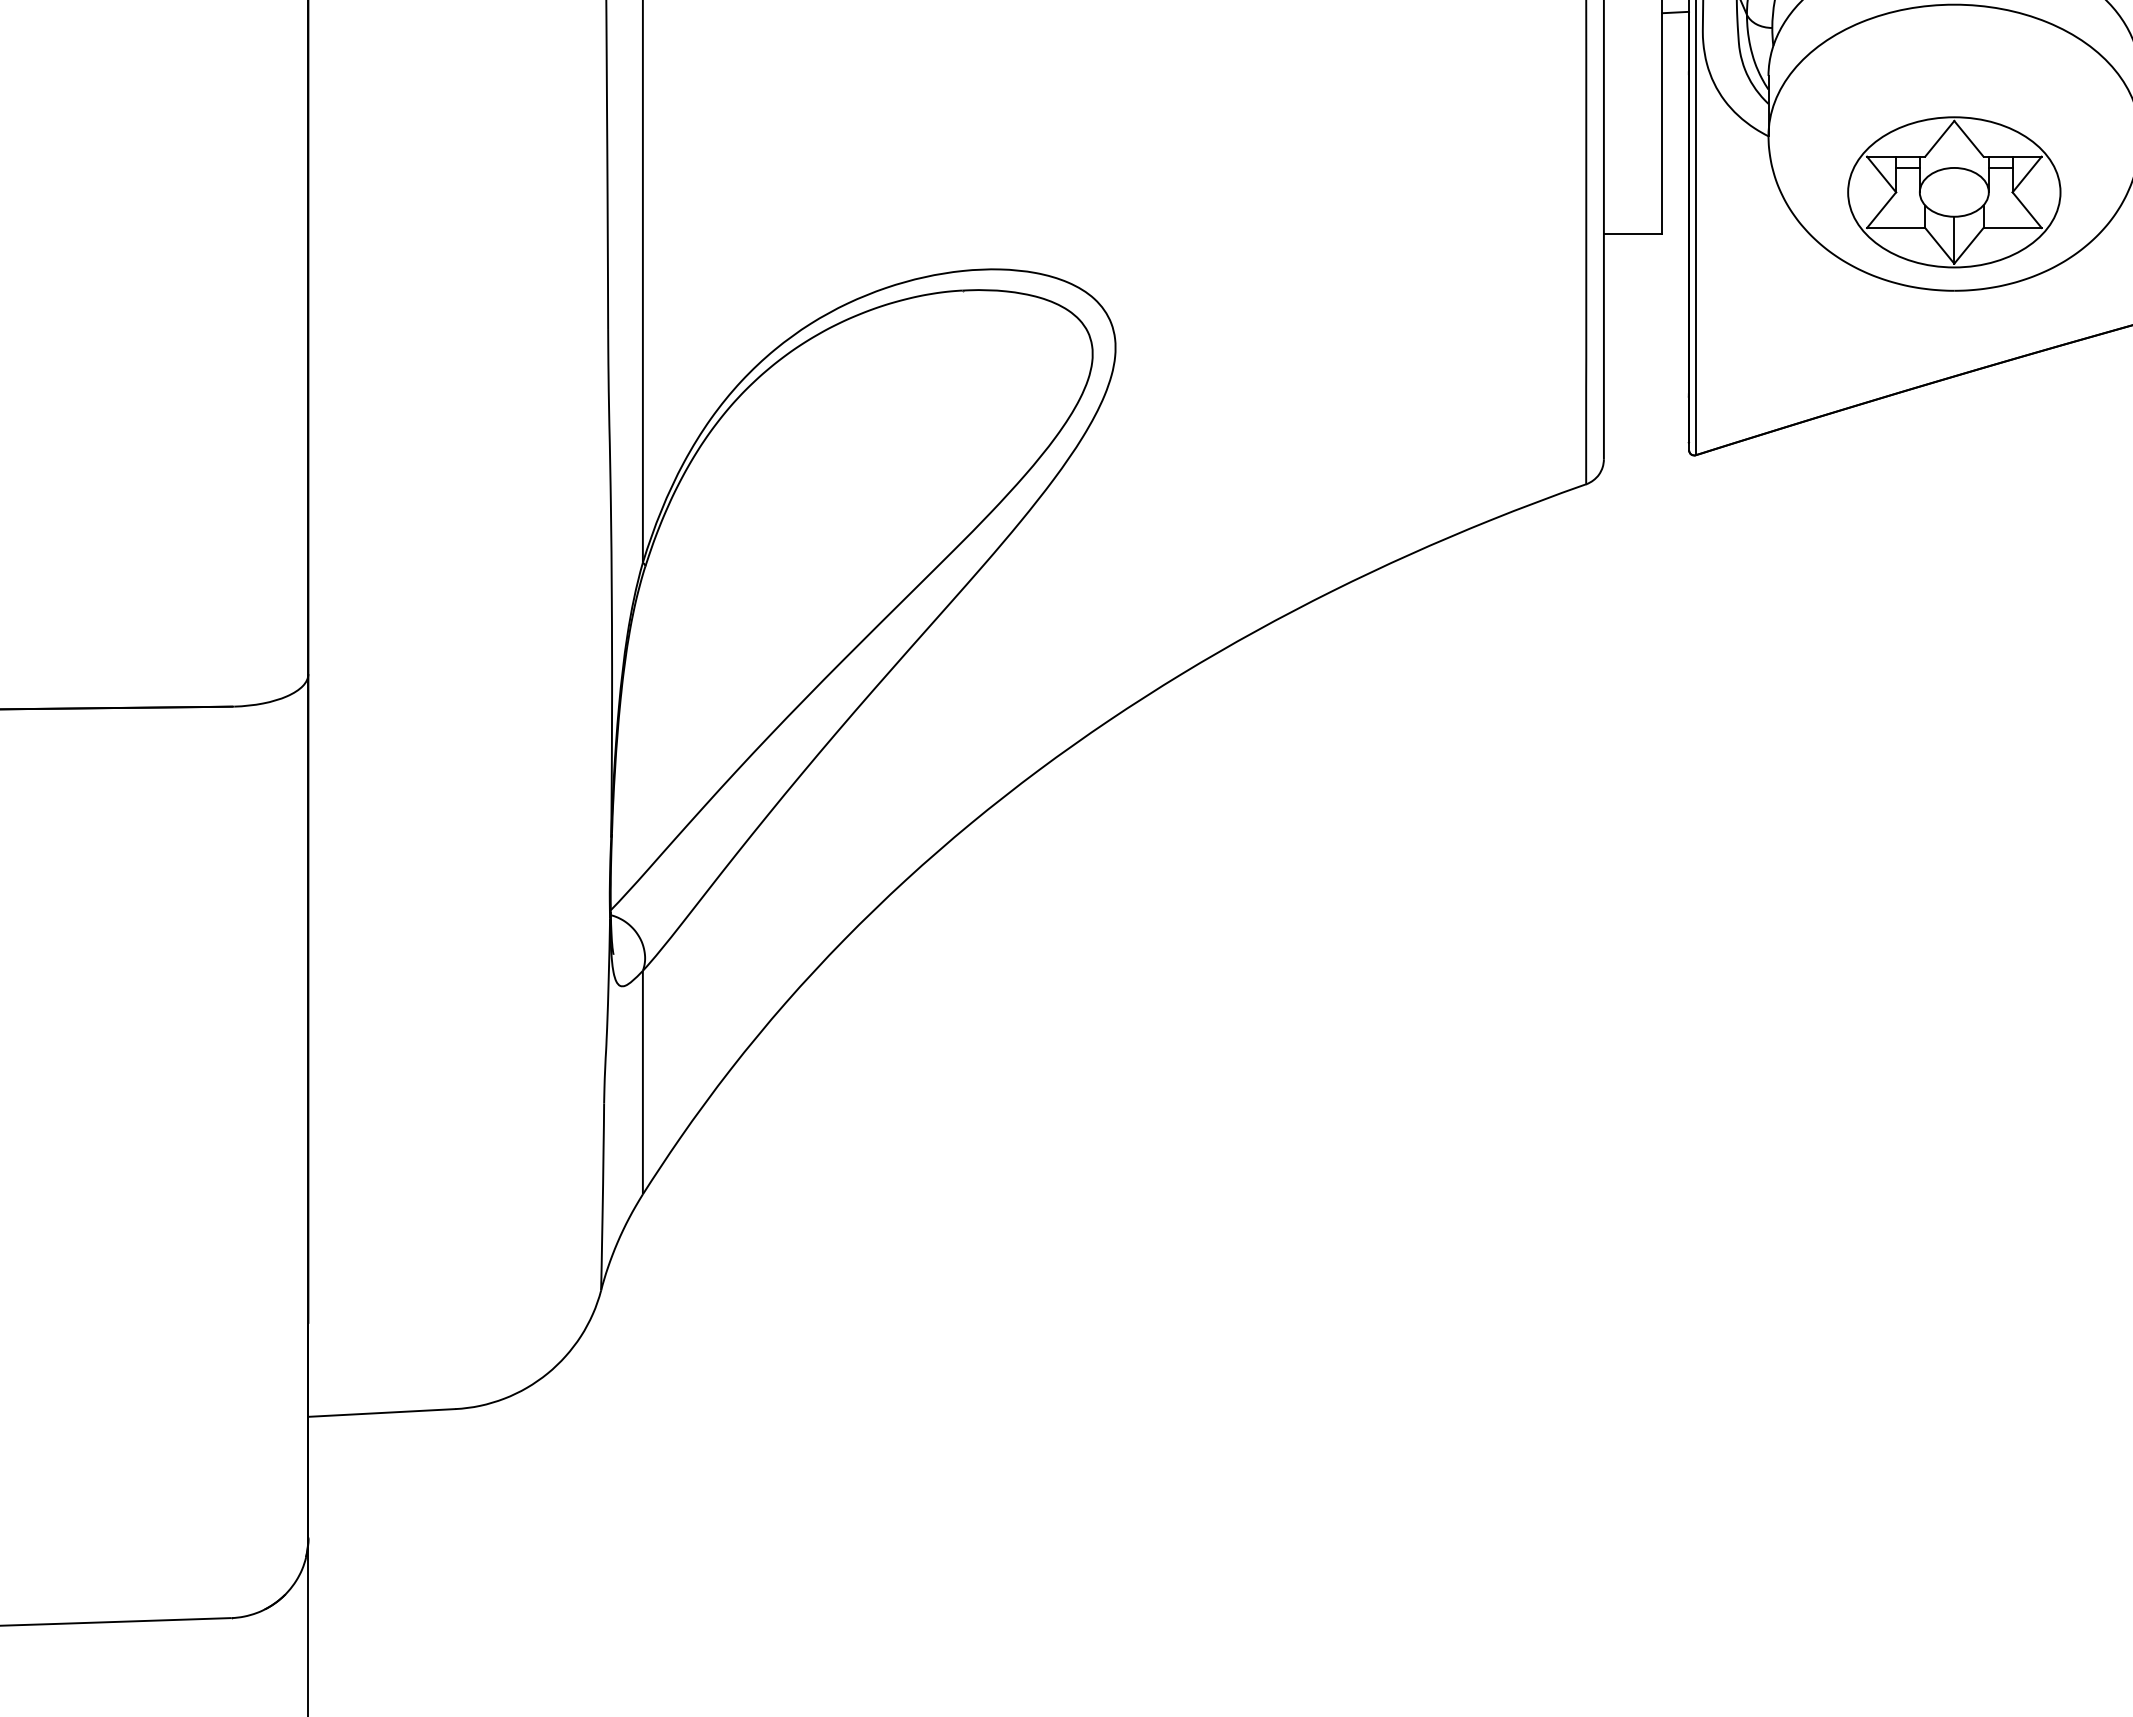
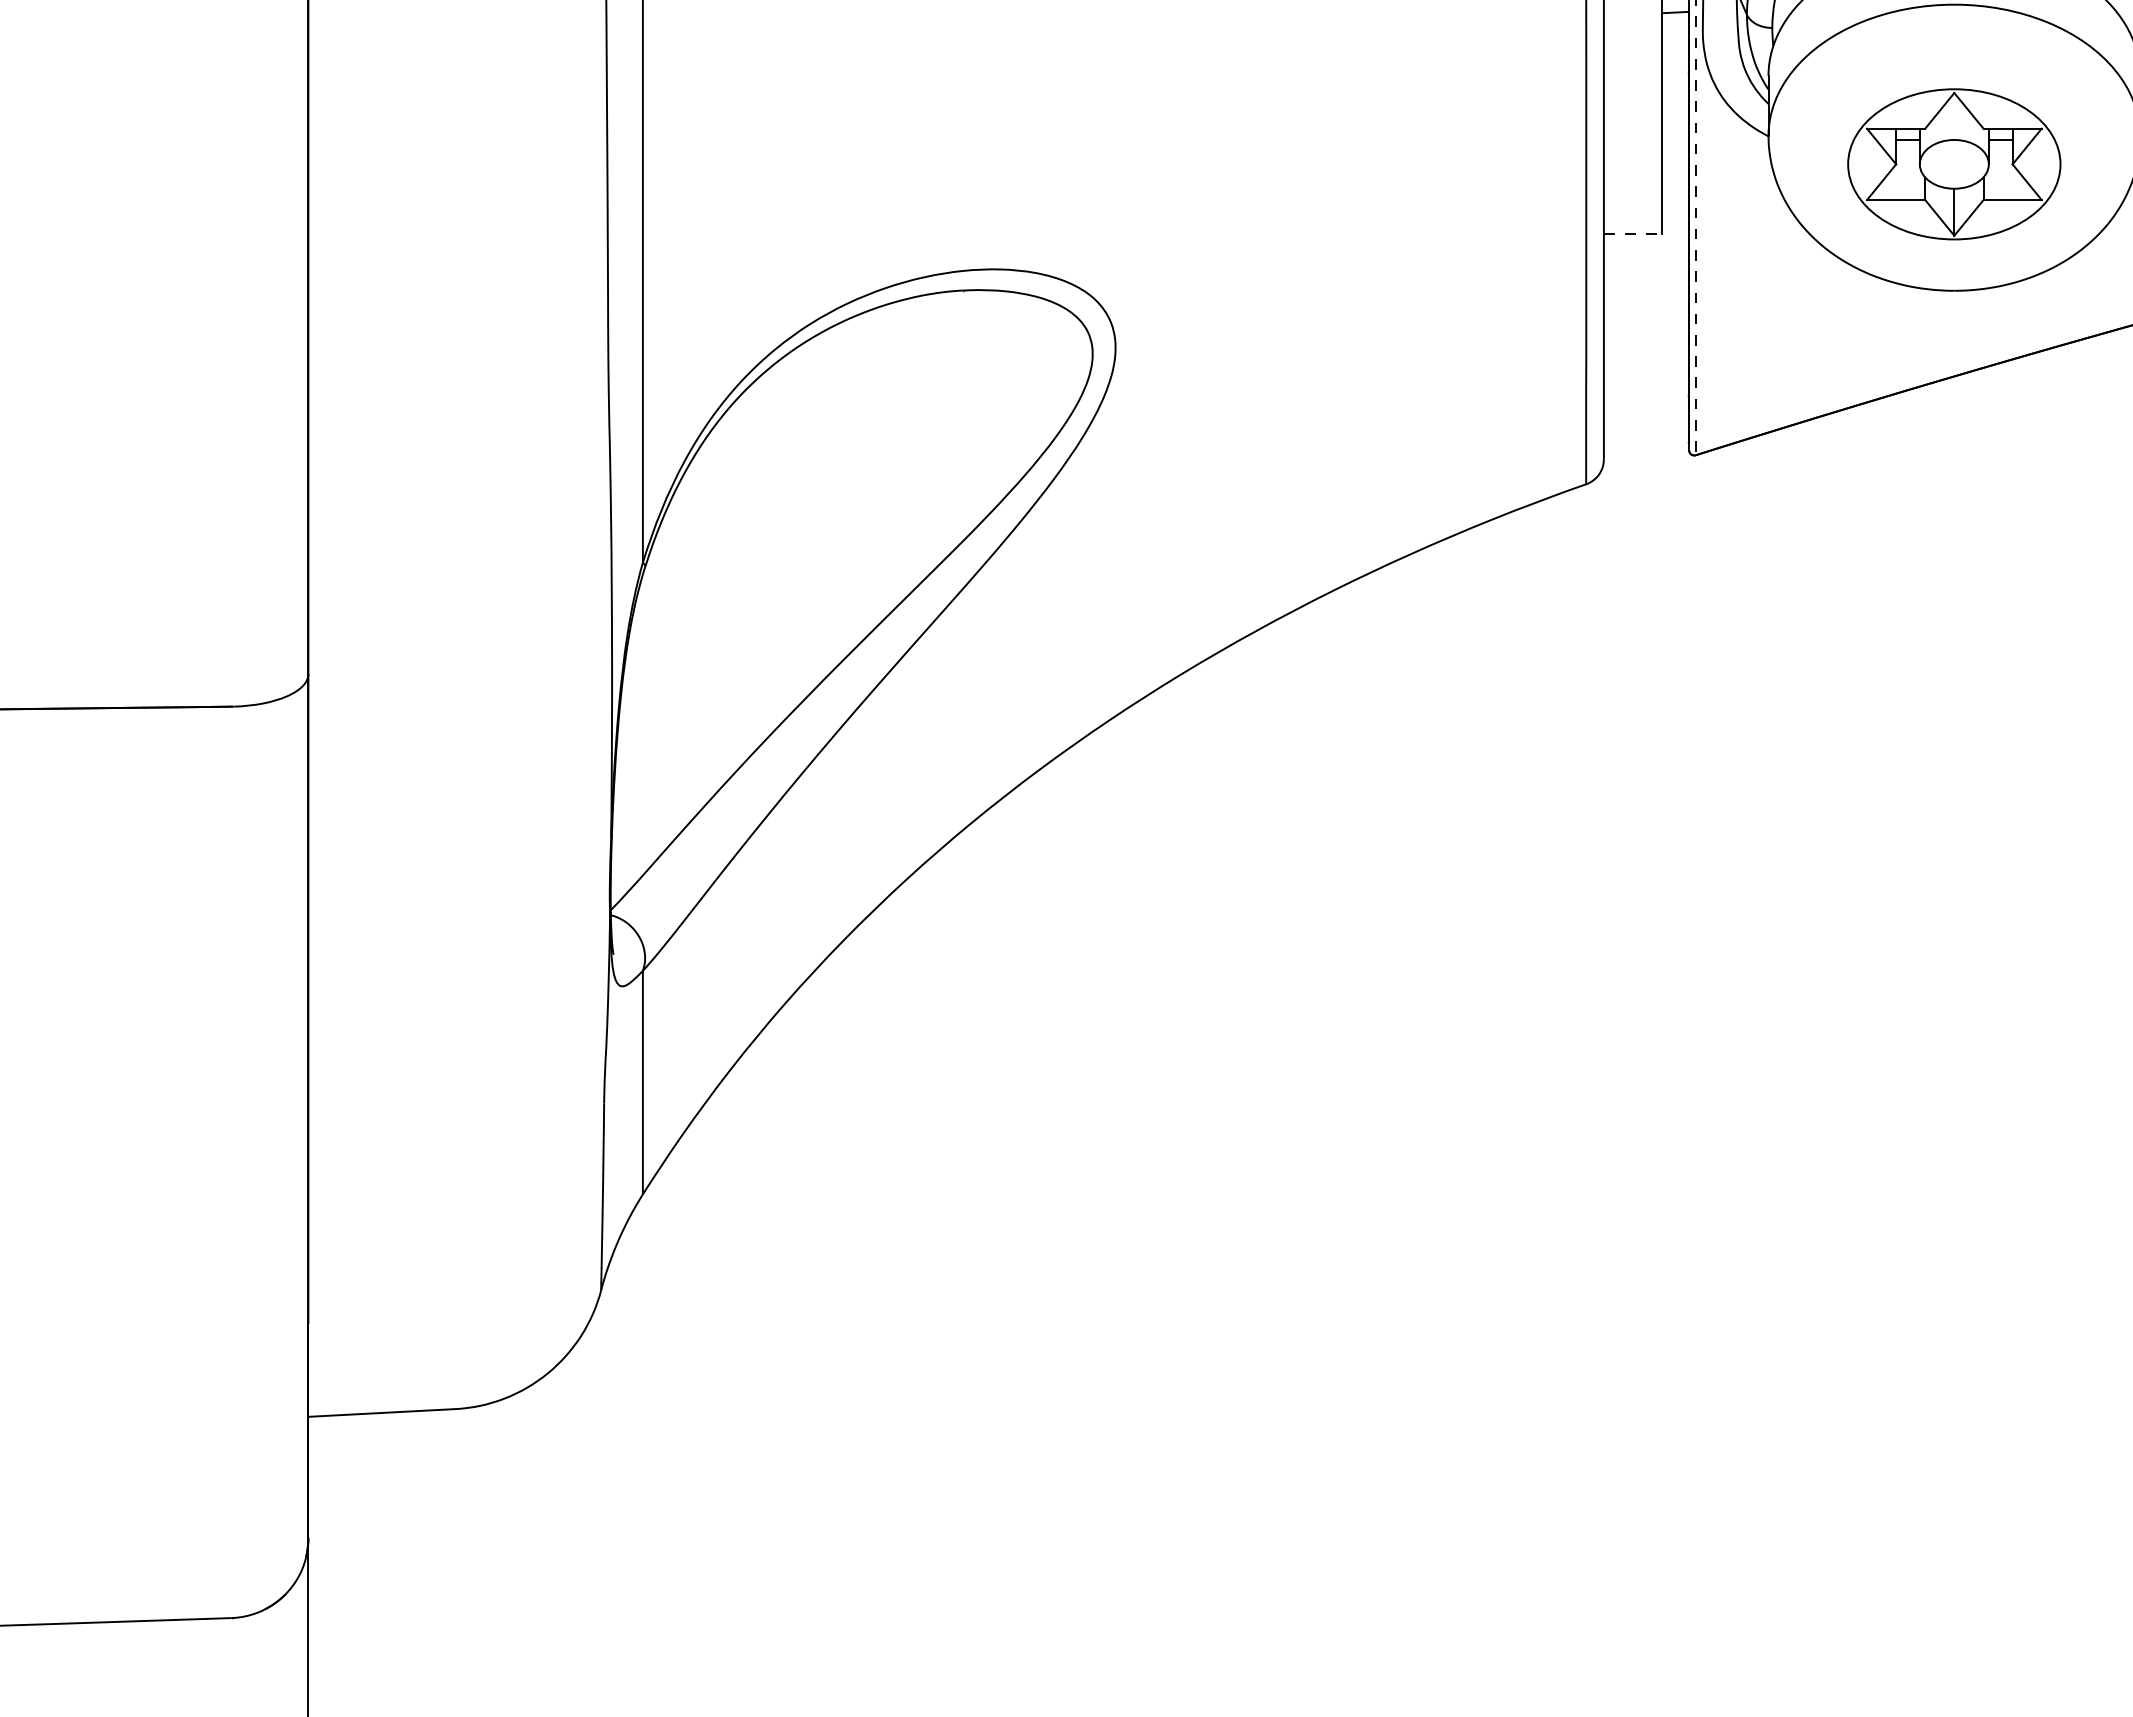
part at (1954, 192) position: (1954, 192) -> (1954, 164)
line at (1695, 228): solid -> dashed
line at (1633, 233): solid -> dashed
